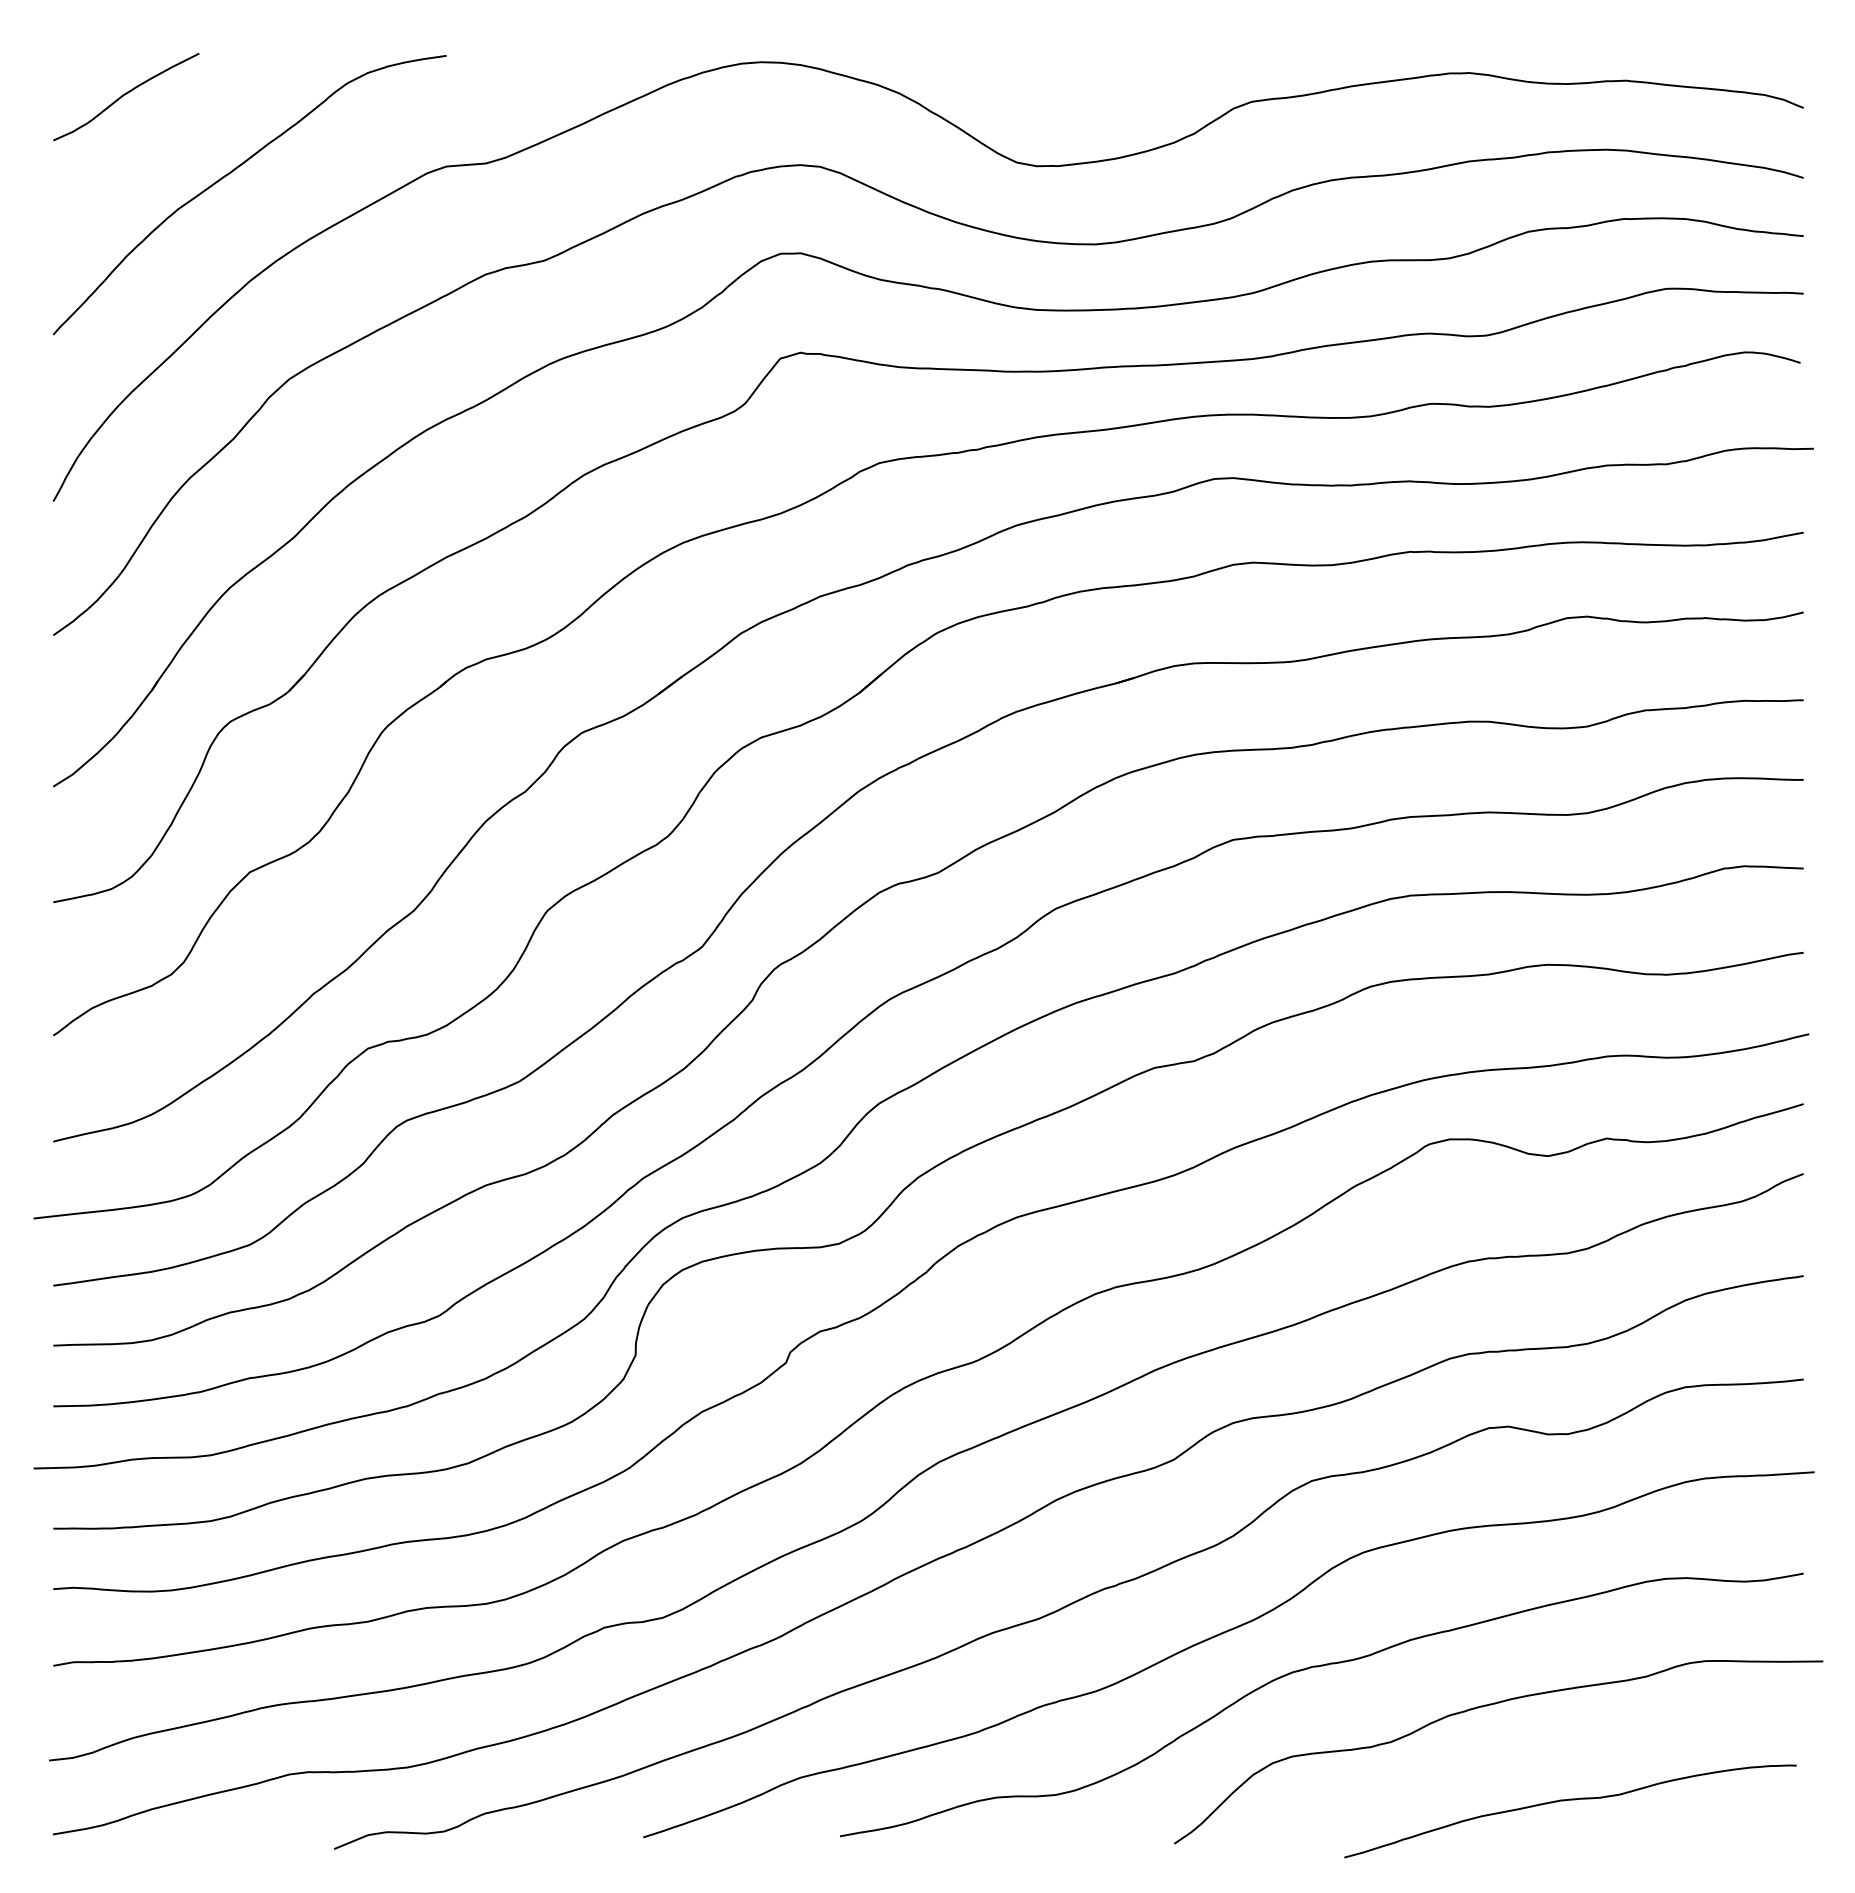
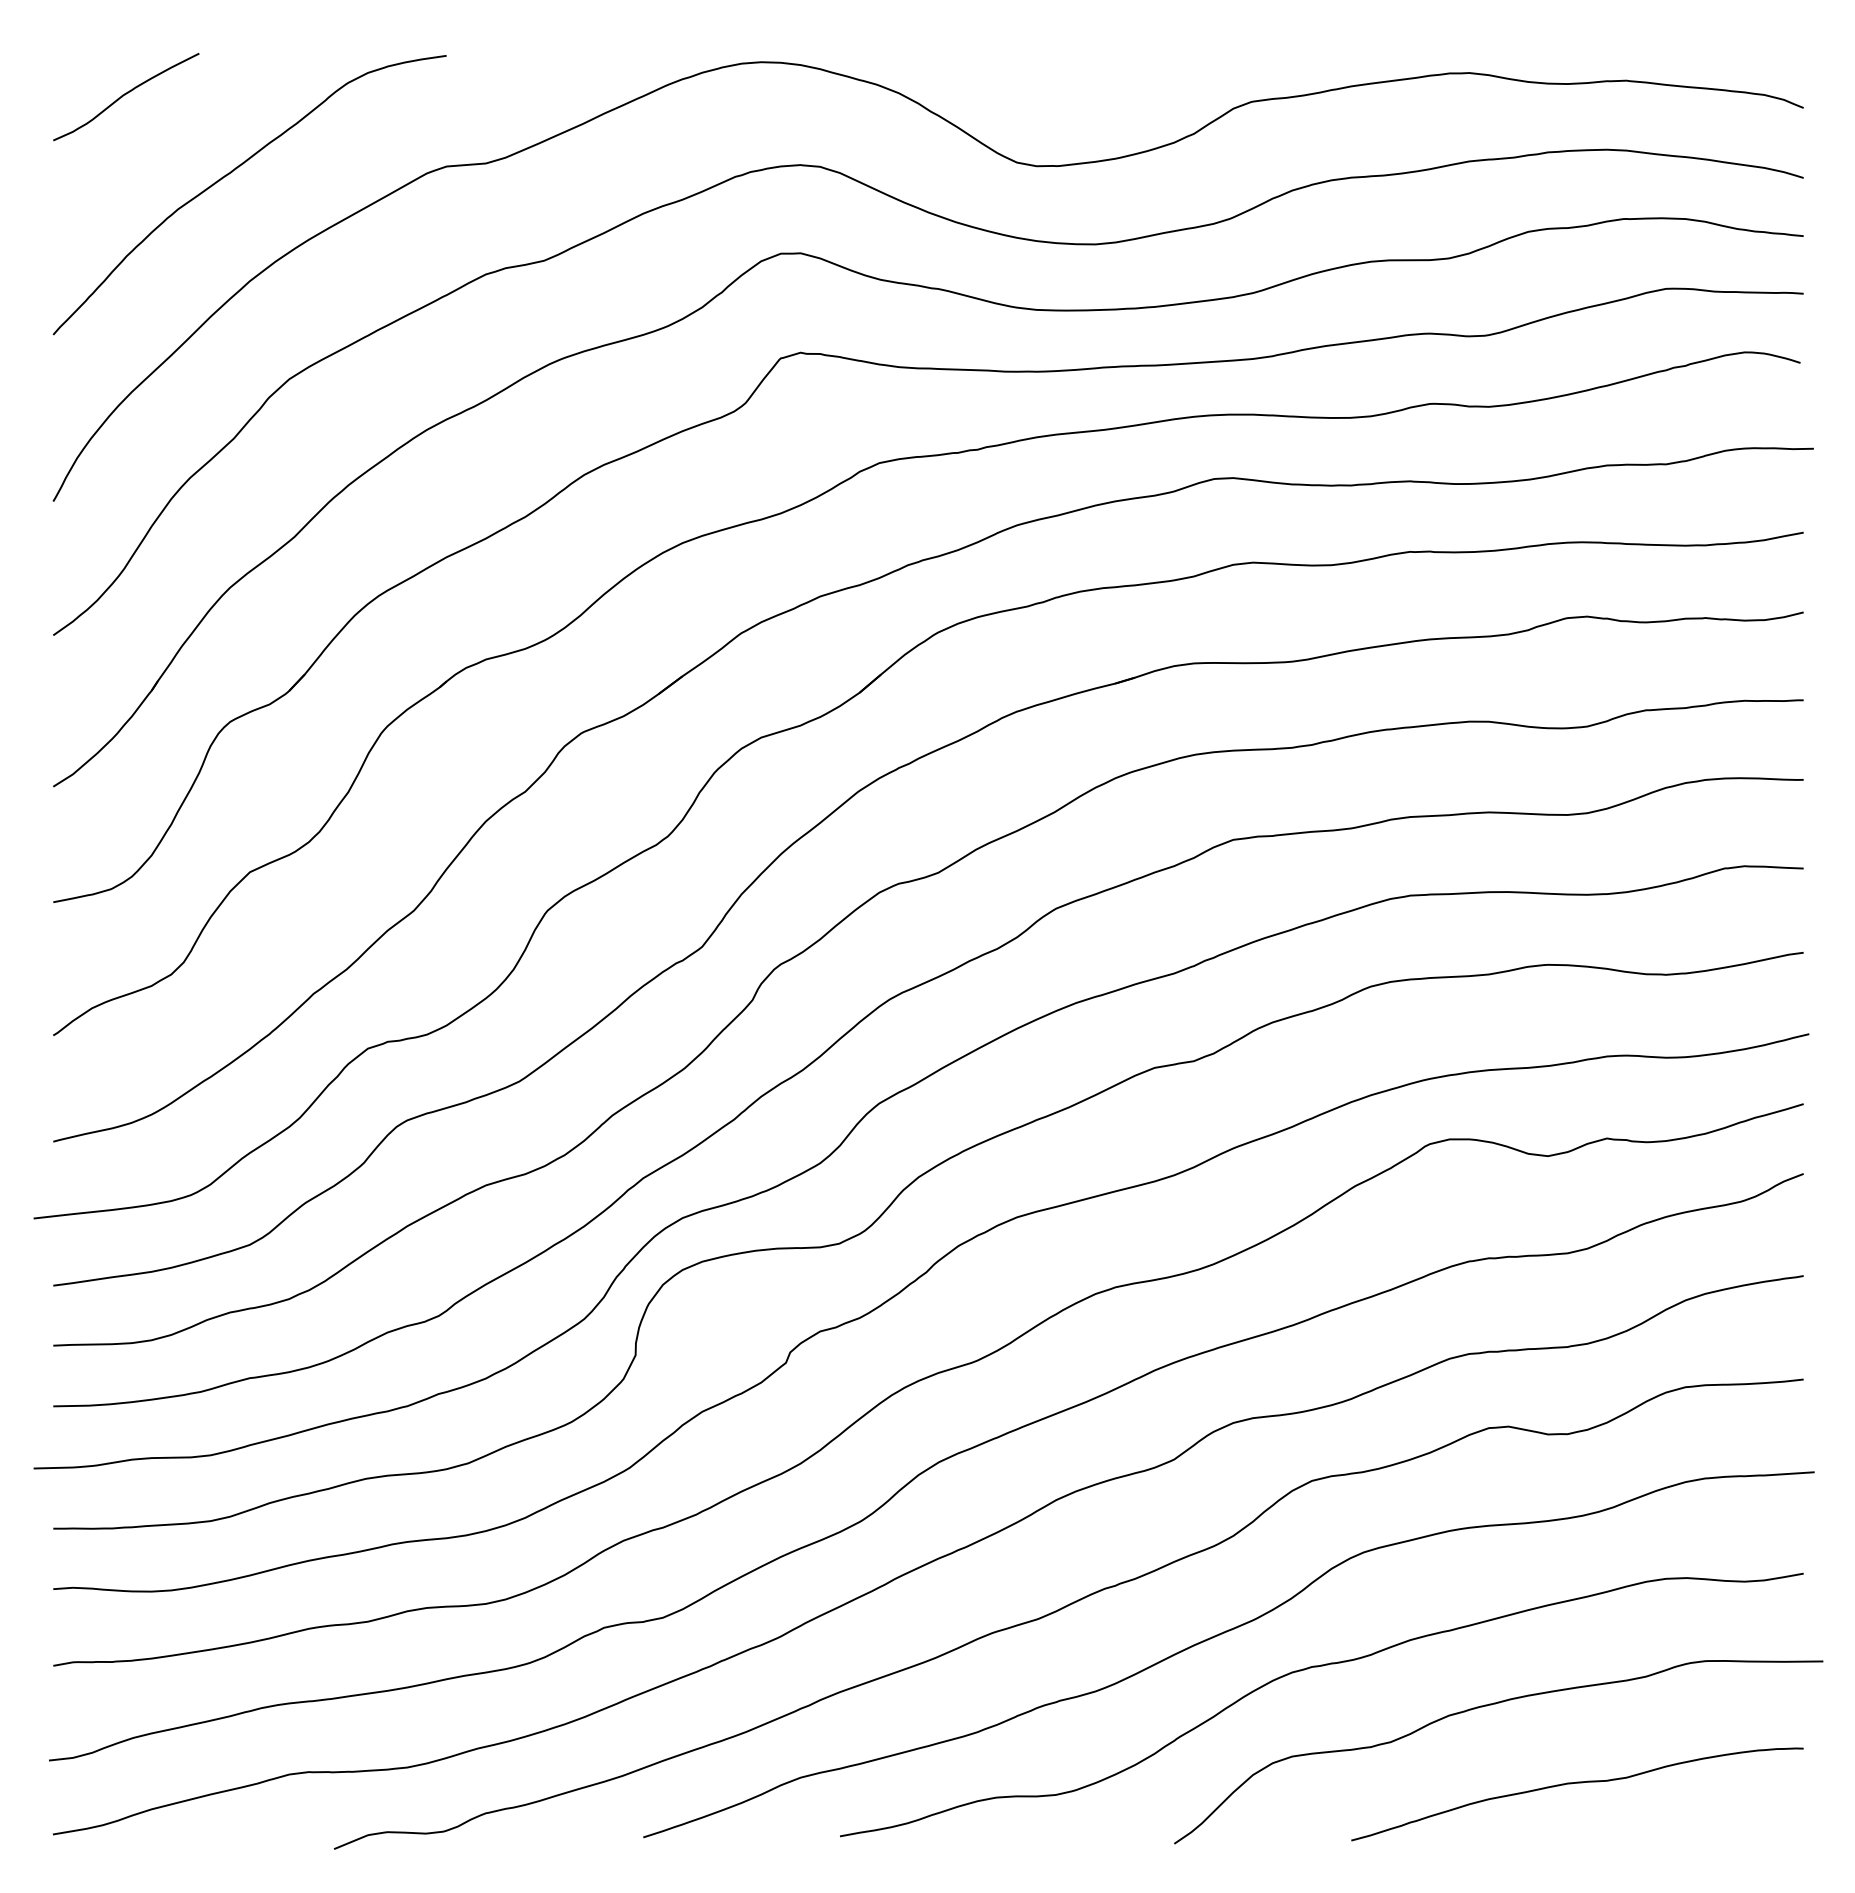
curve at (1570, 1800) position: (1570, 1800) -> (1577, 1783)
